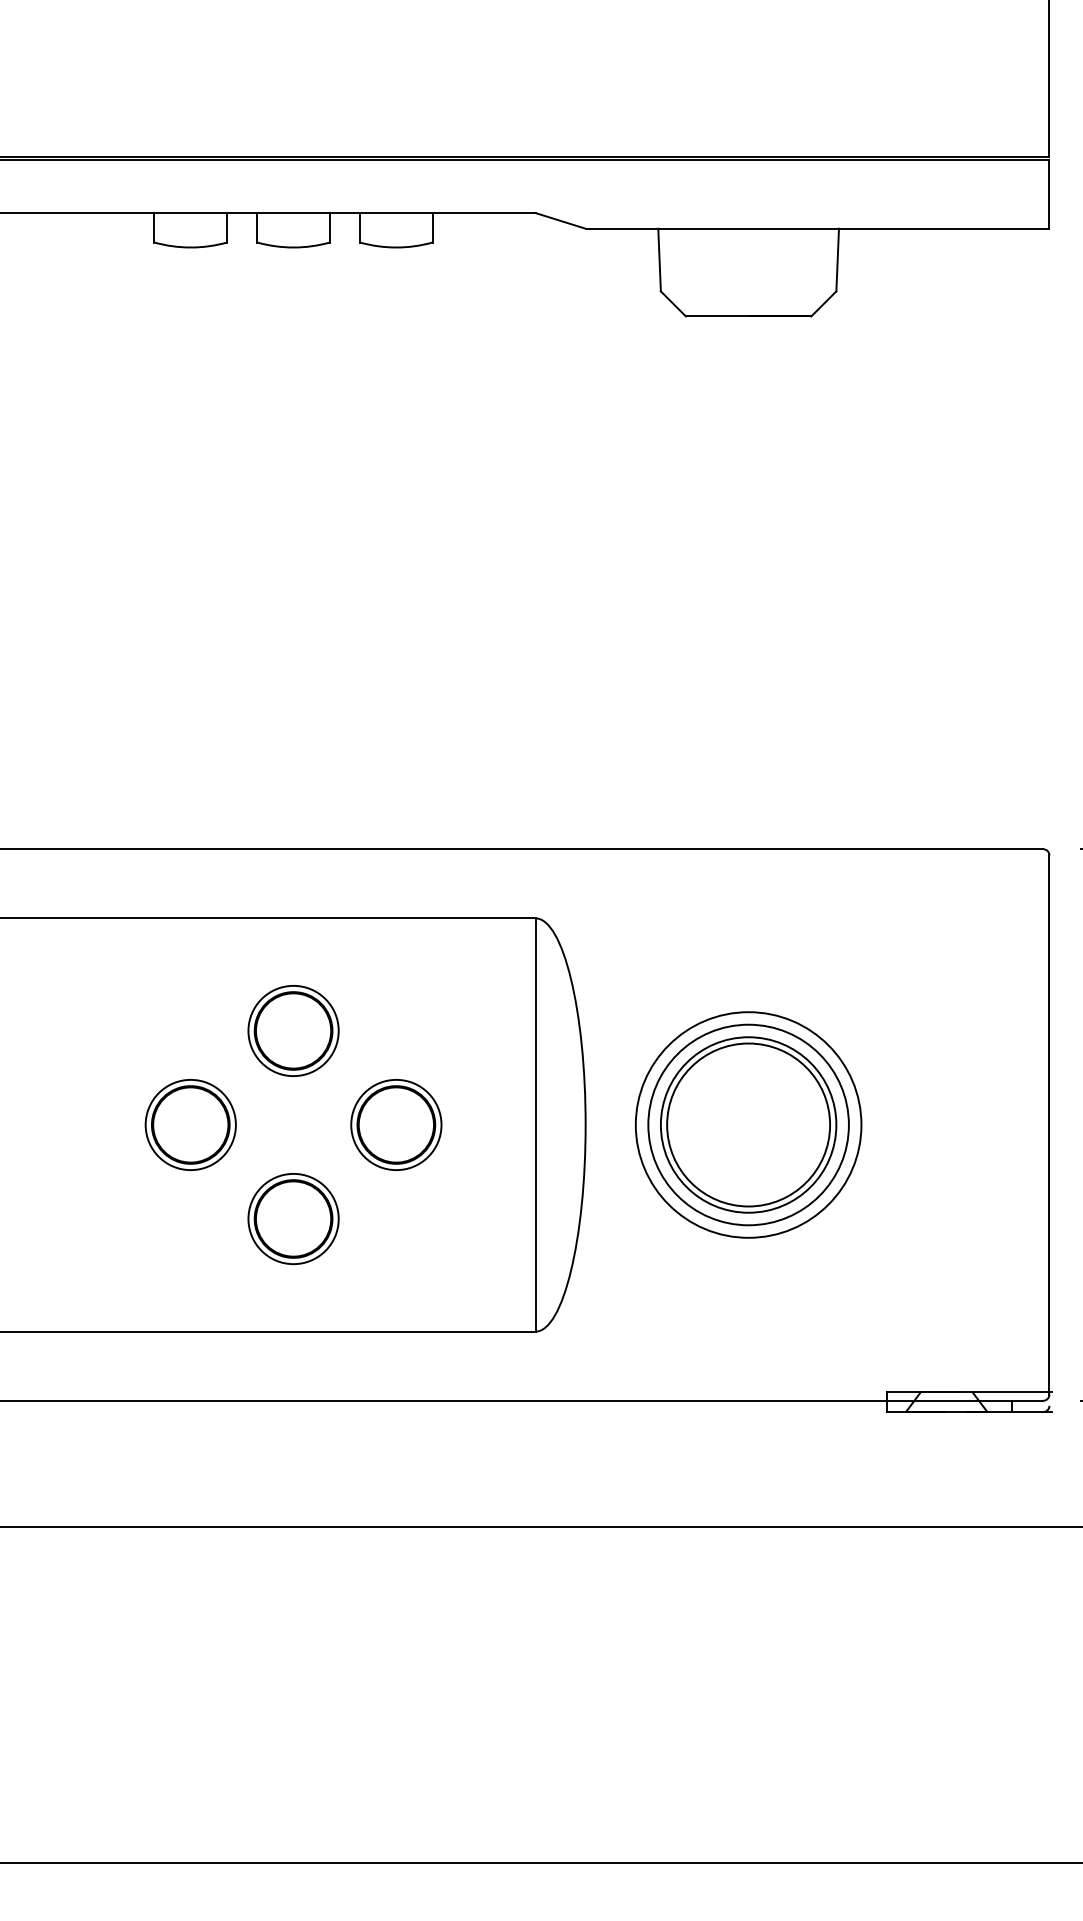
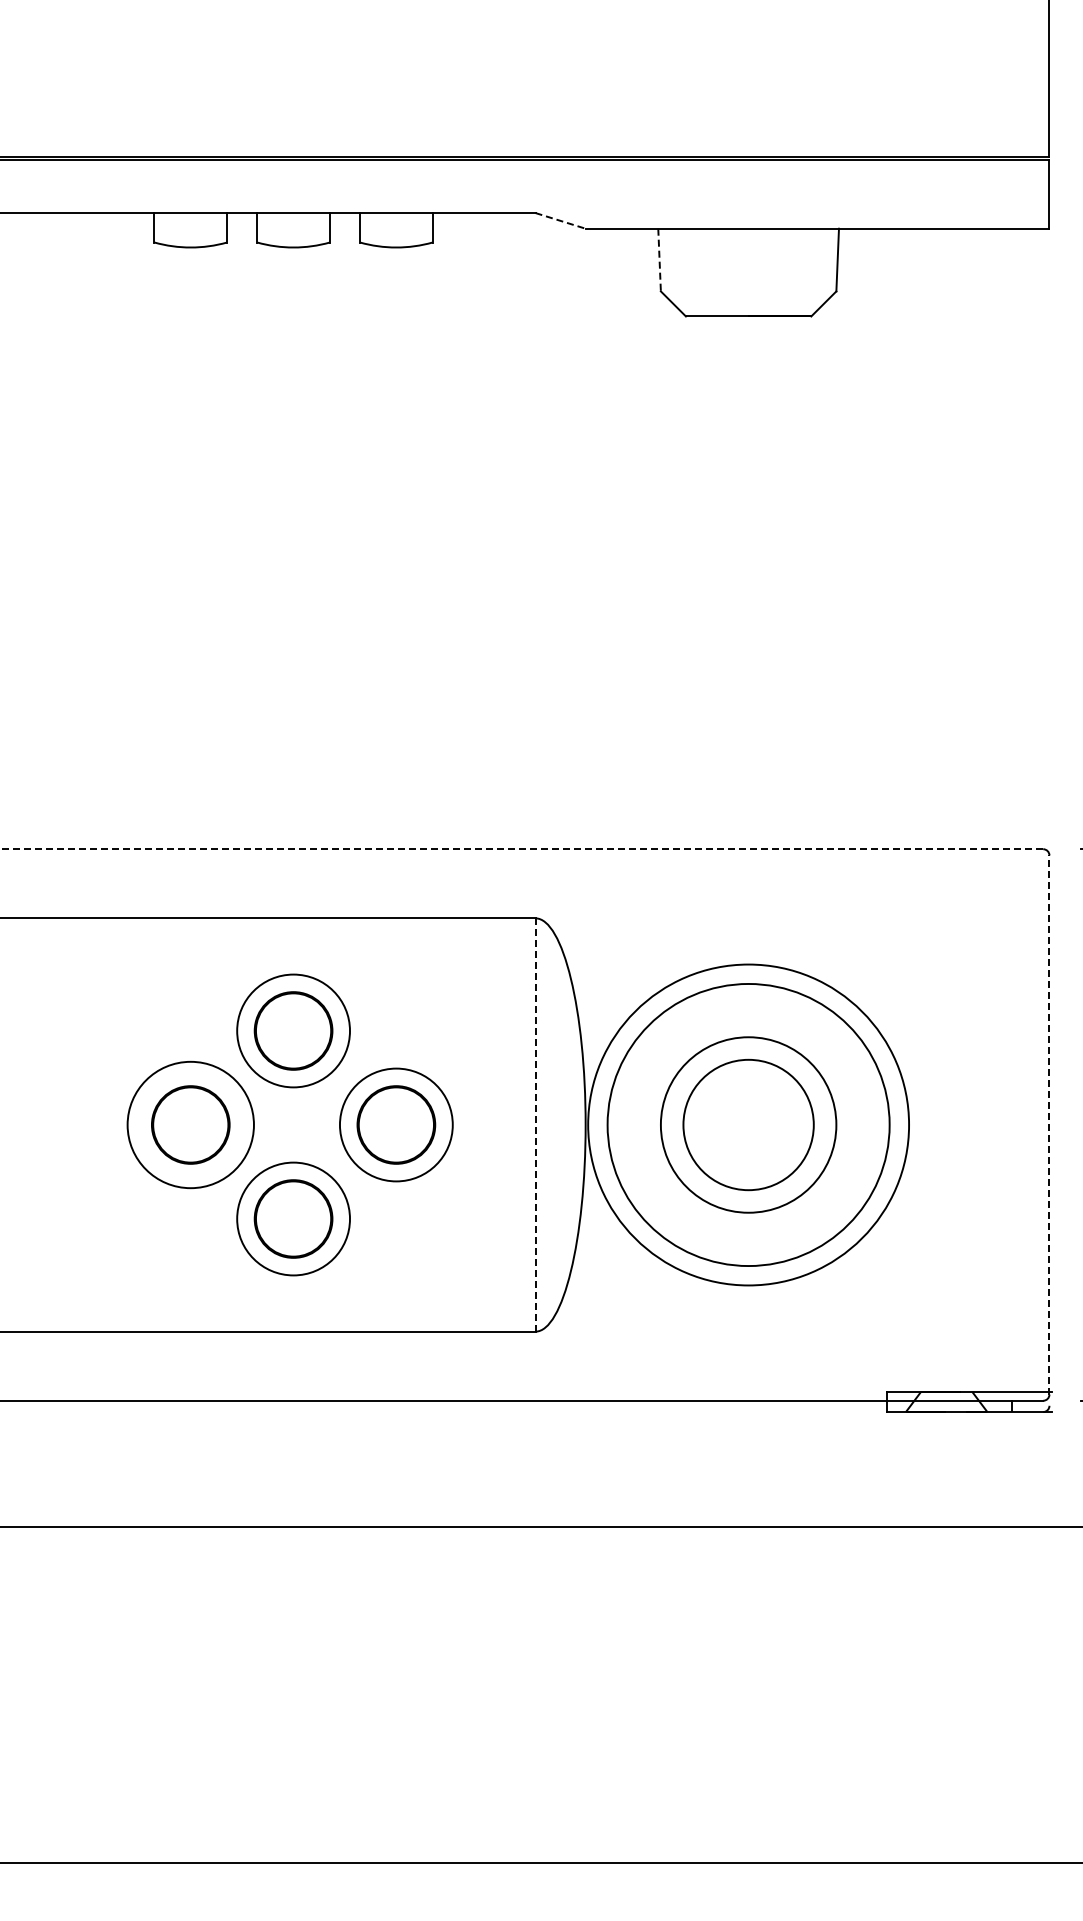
line at (561, 221): solid -> dashed
line at (659, 260): solid -> dashed
line at (521, 849): solid -> dashed
circle at (293, 1030) diameter: 90 px -> 113 px
circle at (190, 1124) diameter: 90 px -> 126 px
circle at (396, 1124) diameter: 90 px -> 113 px
circle at (748, 1124) diameter: 163 px -> 130 px
circle at (748, 1124) diameter: 201 px -> 321 px
circle at (748, 1124) diameter: 226 px -> 282 px
line at (535, 1125): solid -> dashed
line at (1049, 1125): solid -> dashed
circle at (293, 1218) diameter: 90 px -> 113 px
